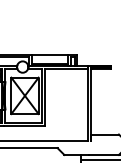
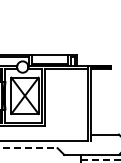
line at (29, 148): solid -> dashed
line at (100, 159): solid -> dashed
